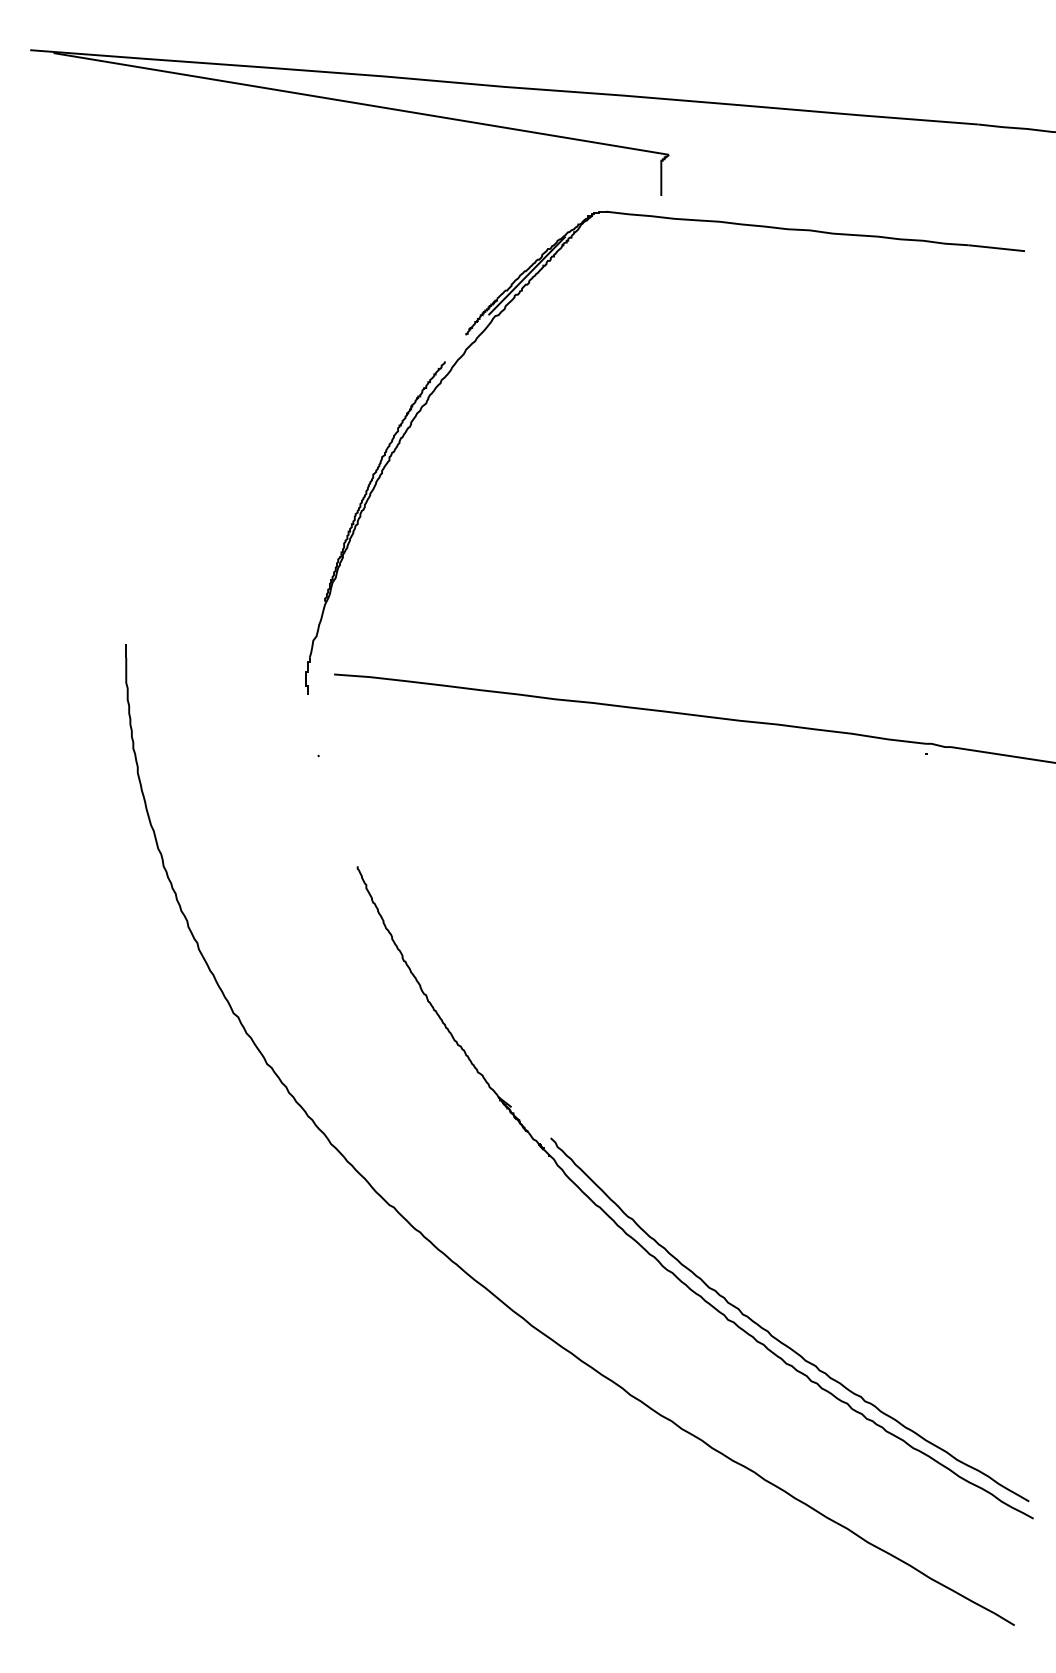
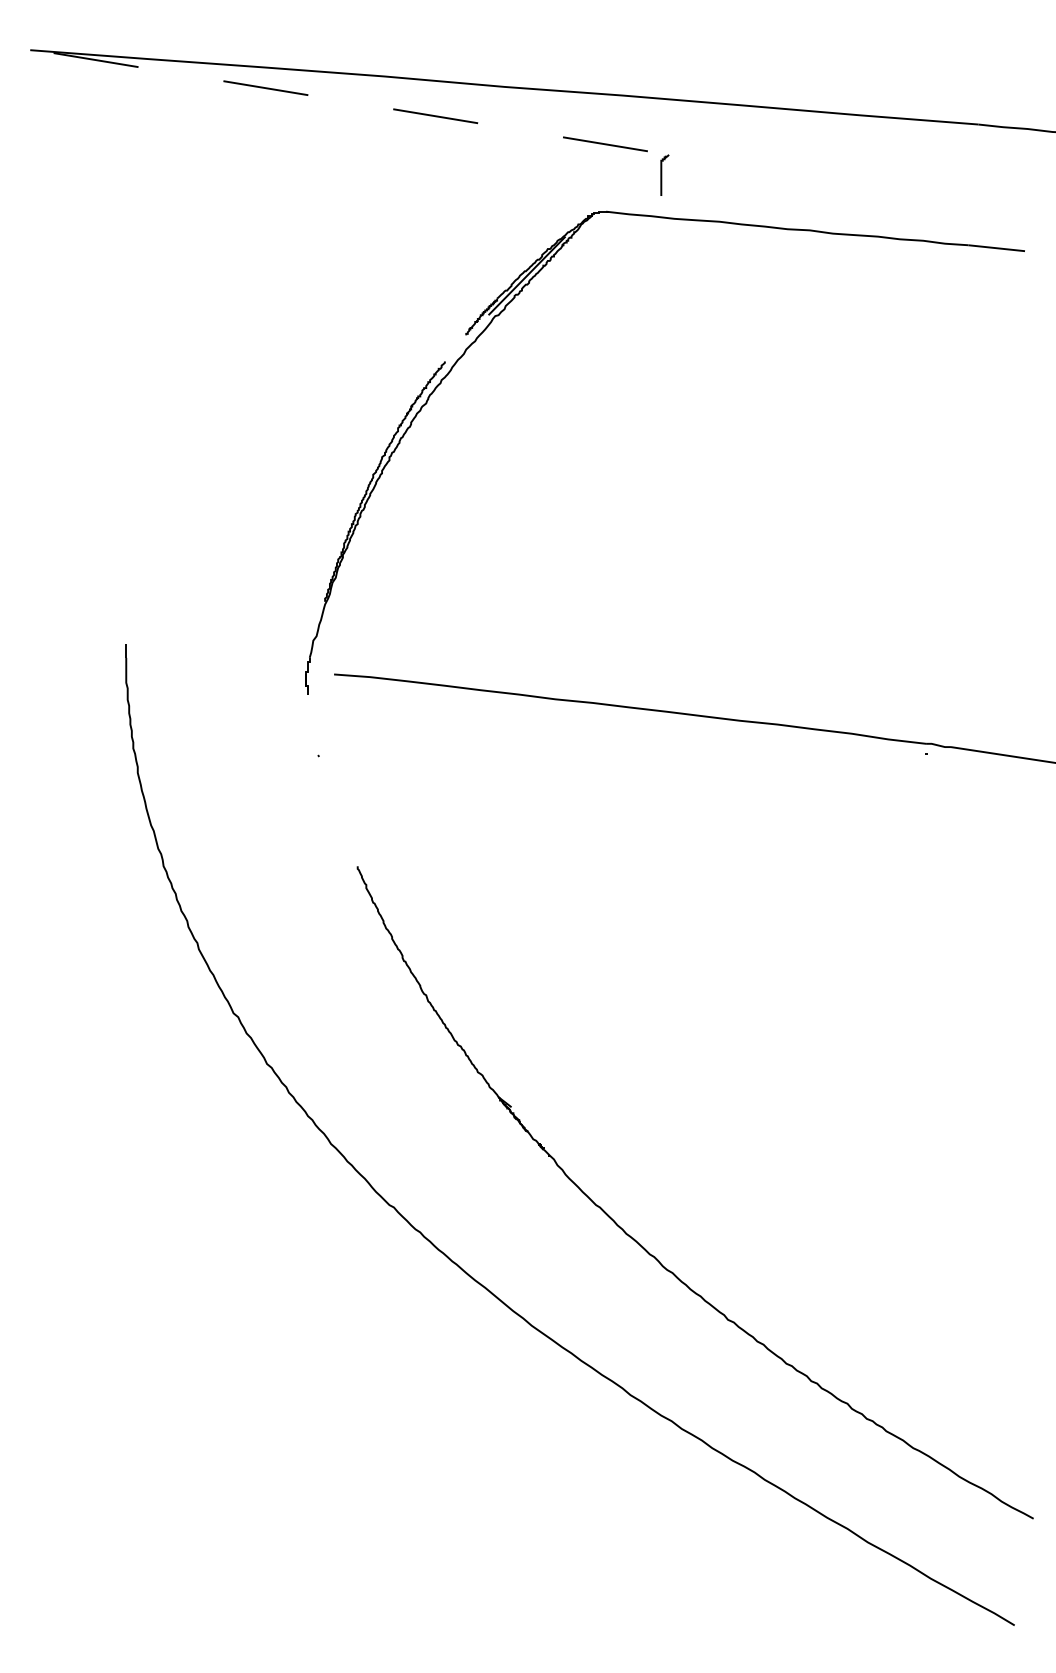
line at (361, 103): solid -> dashed
curve at (777, 1338): present -> none
